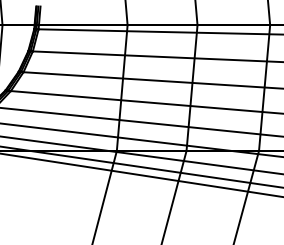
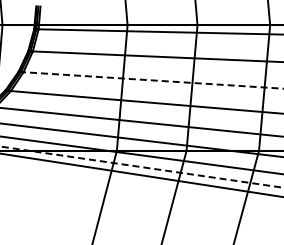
line at (153, 80): solid -> dashed
line at (142, 167): solid -> dashed
